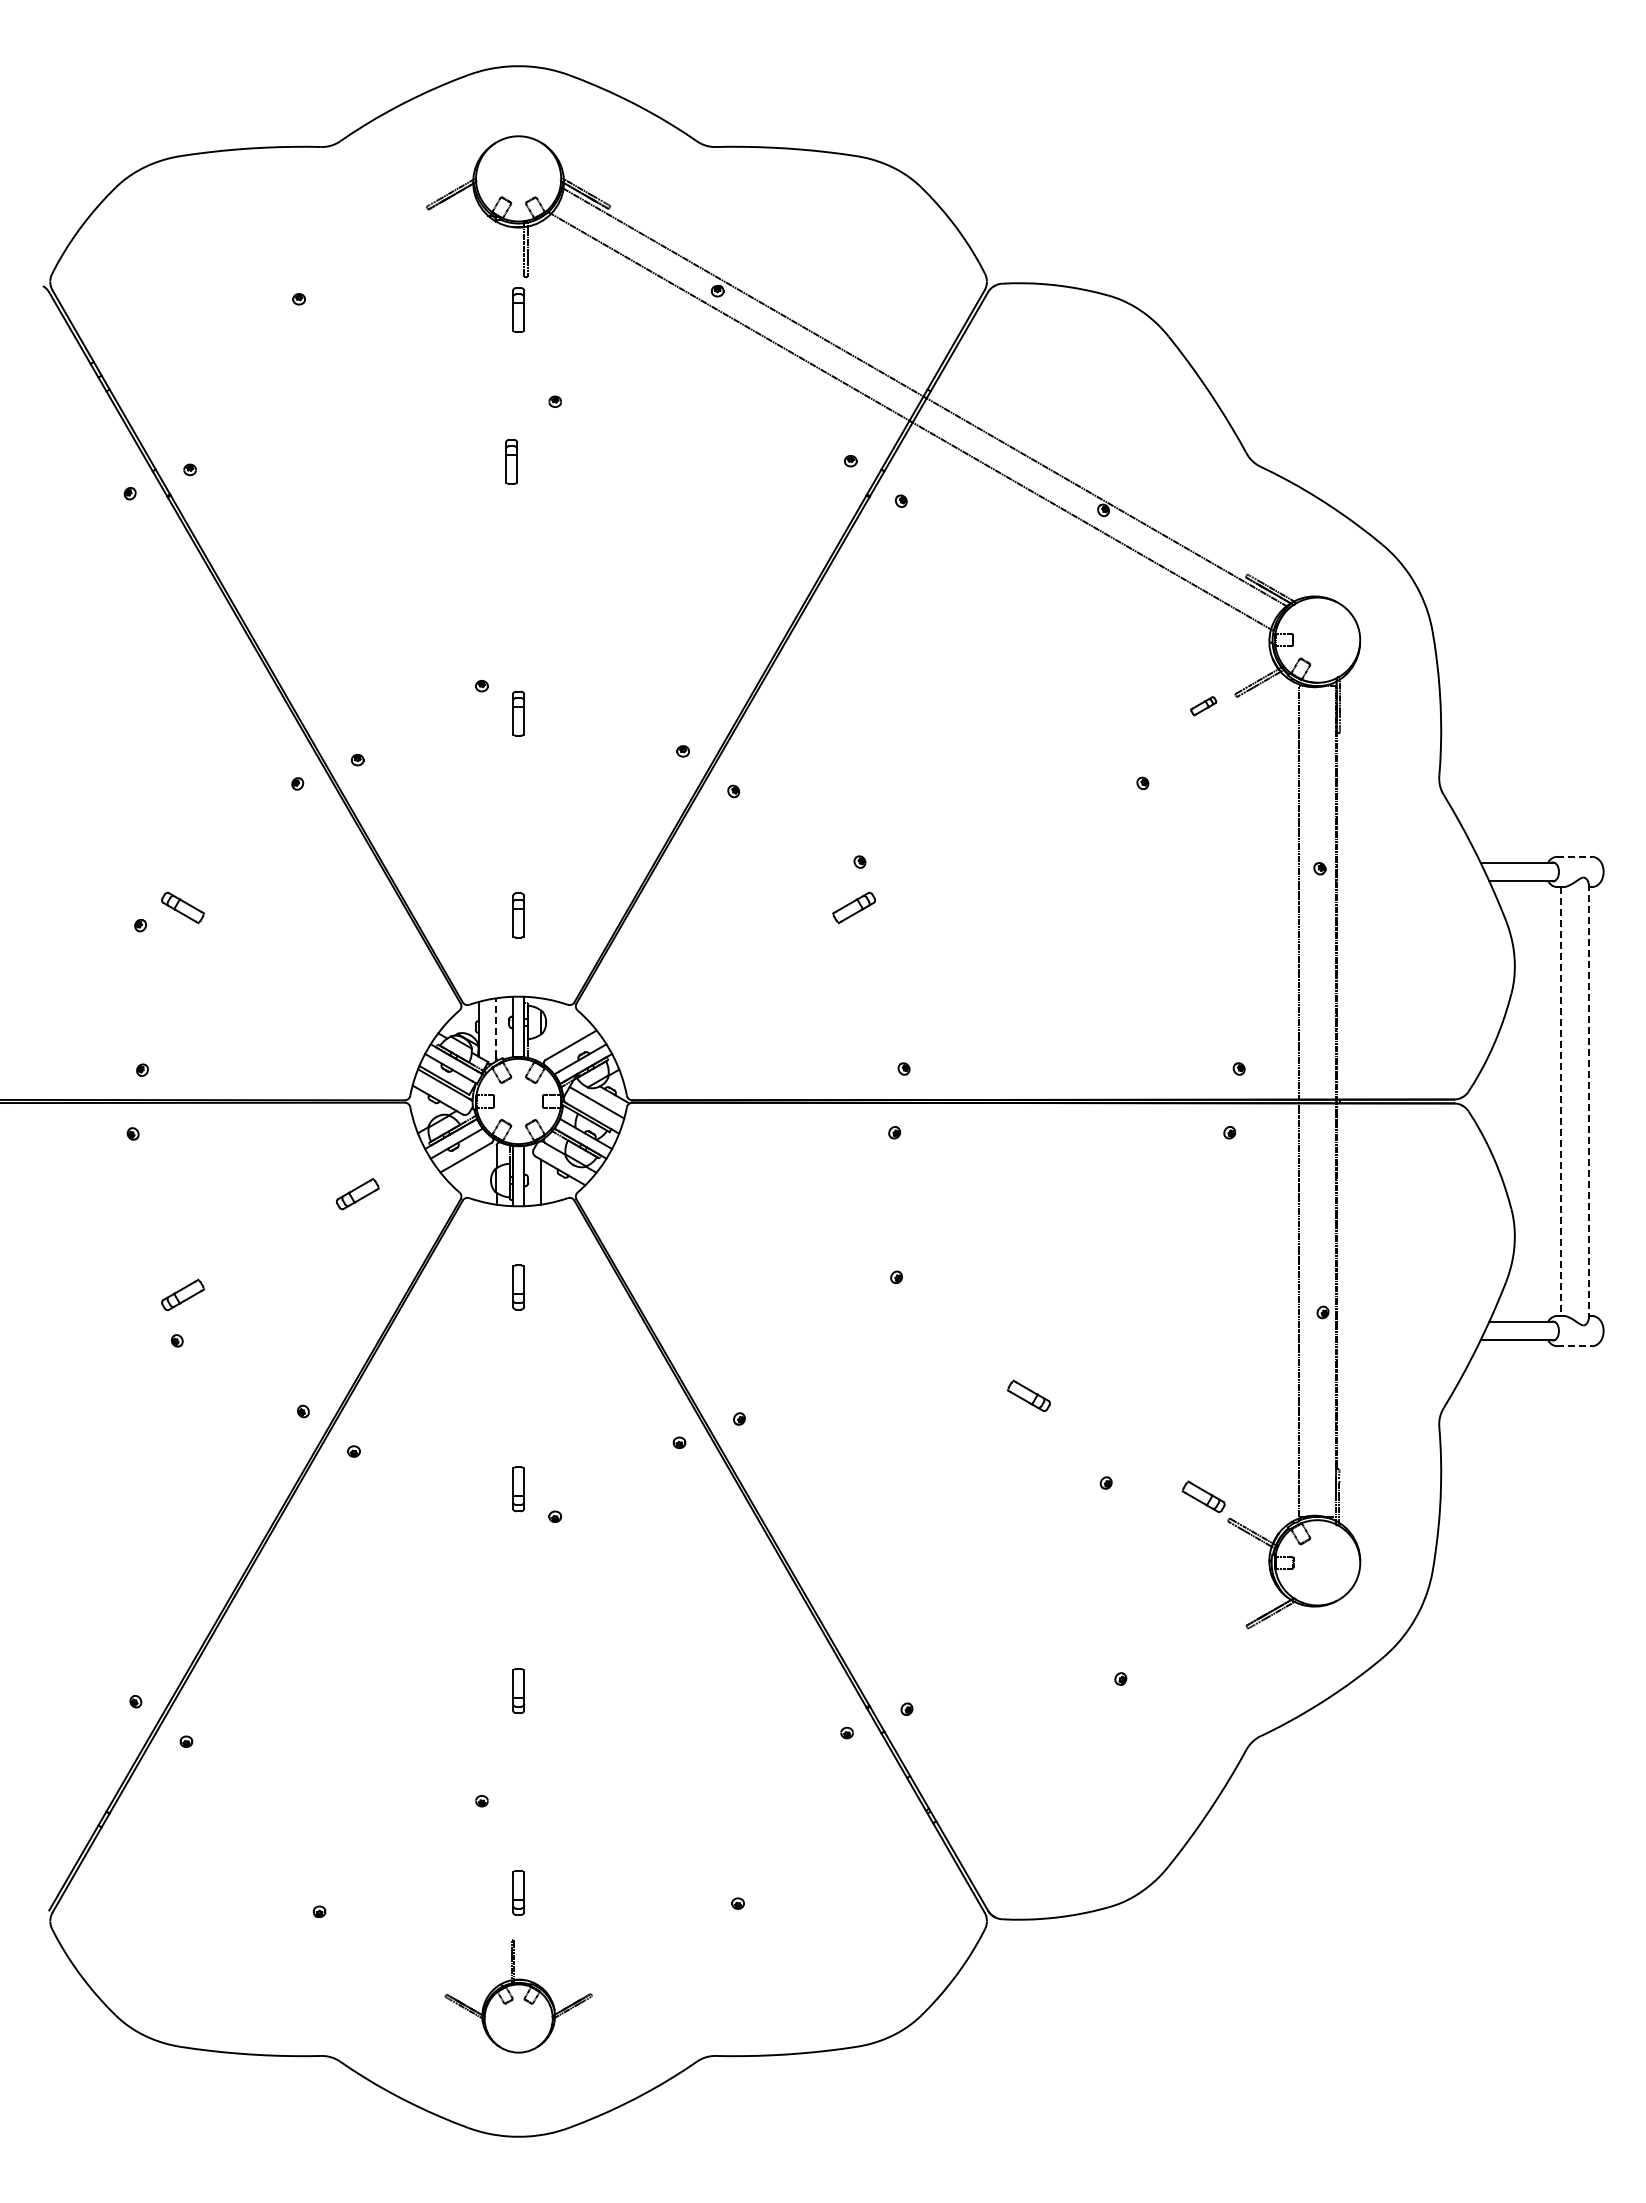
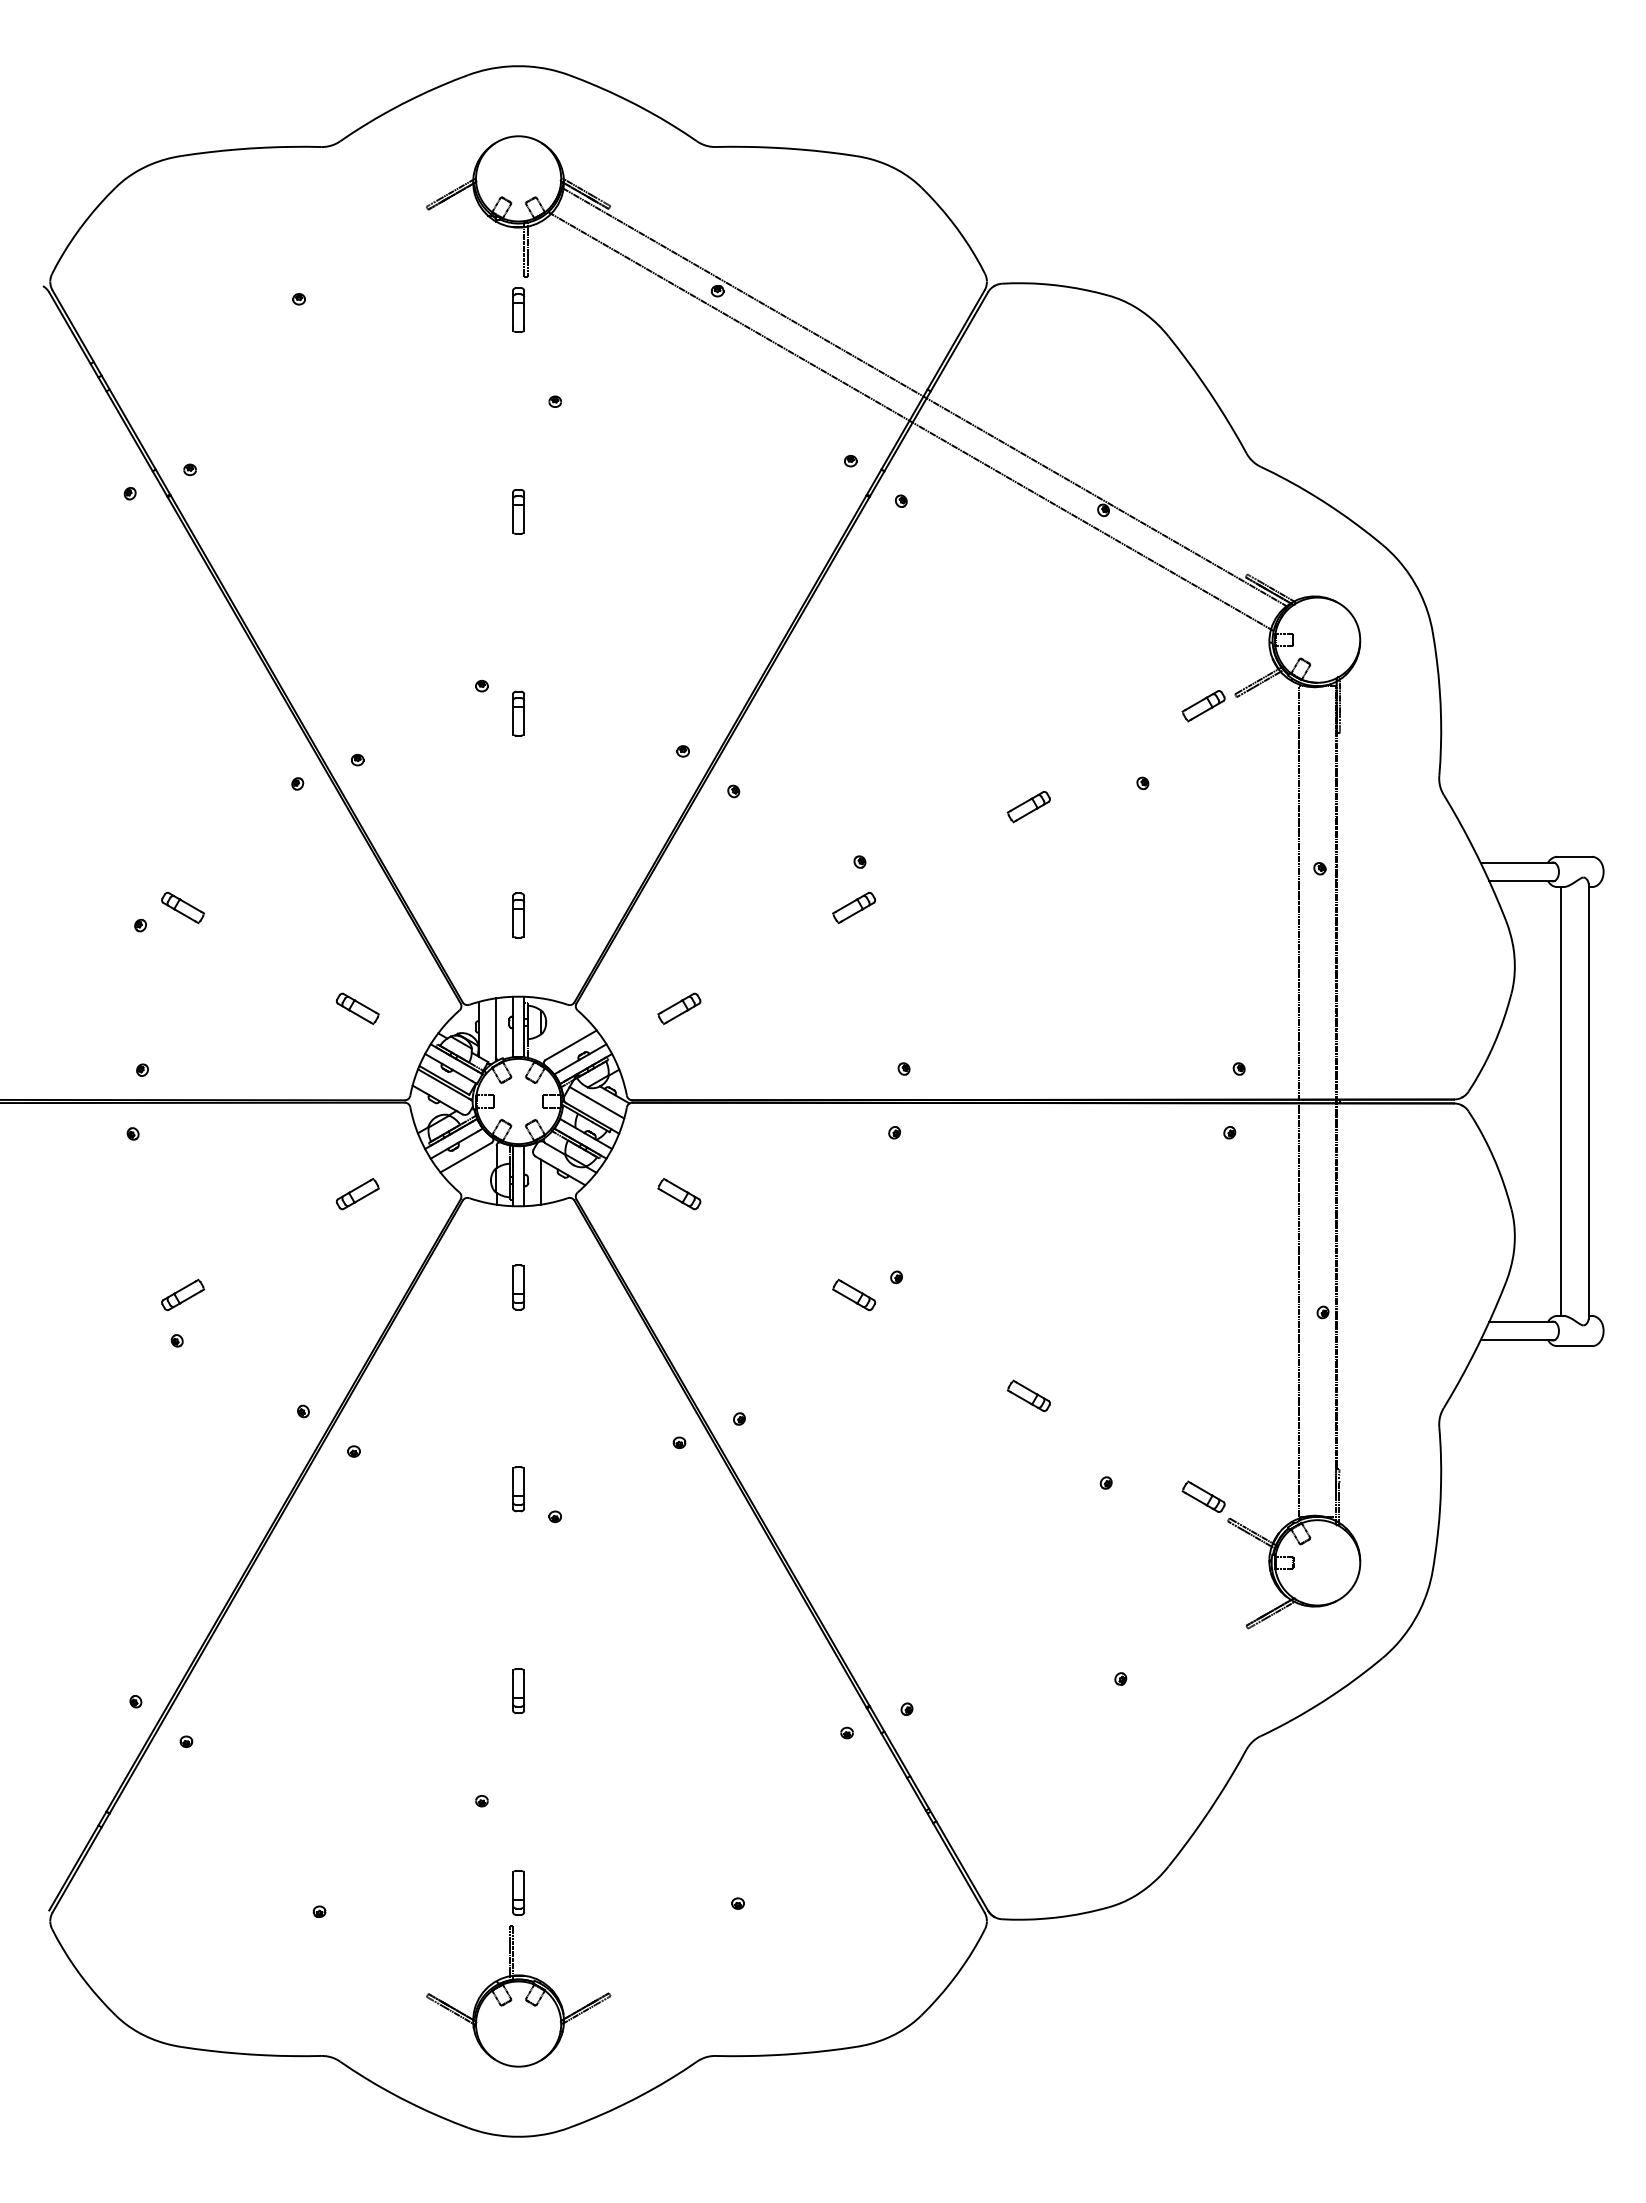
part at (511, 461) position: (511, 461) -> (518, 511)
part at (1203, 706) size: 28x21 px -> 45x33 px
part at (1028, 807): none -> present
line at (1575, 856): dashed -> solid
part at (357, 1008): none -> present
part at (679, 1008): none -> present
line at (496, 1027): dashed -> solid
line at (1560, 1101): dashed -> solid
line at (1588, 1101): dashed -> solid
part at (679, 1194): none -> present
part at (854, 1294): none -> present
line at (1575, 1346): dashed -> solid
part at (518, 1996) size: 149x115 px -> 186x143 px
